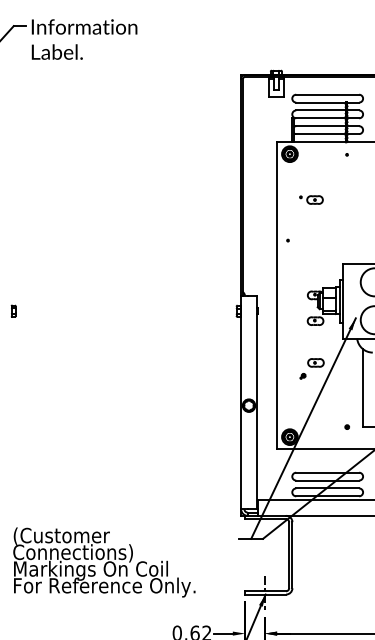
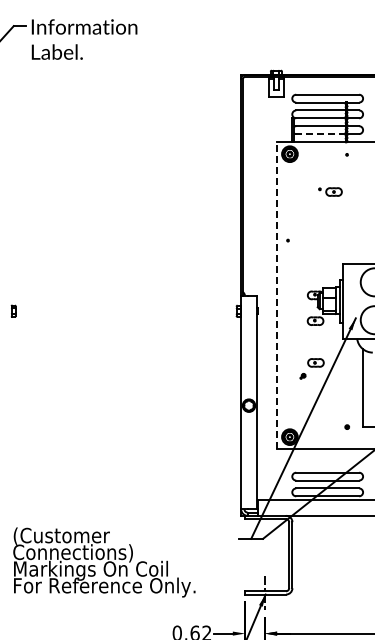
line at (321, 134): solid -> dashed
part at (311, 199) position: (311, 199) -> (330, 191)
line at (277, 295): solid -> dashed
